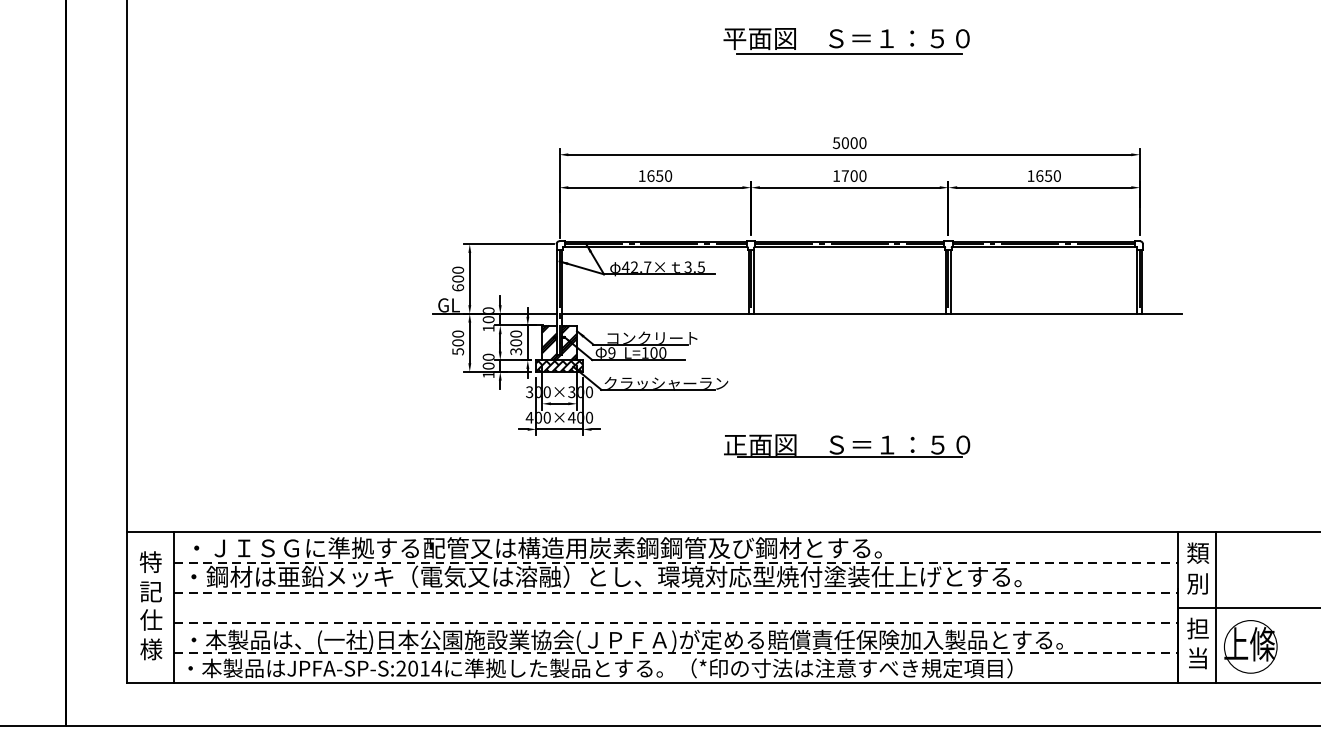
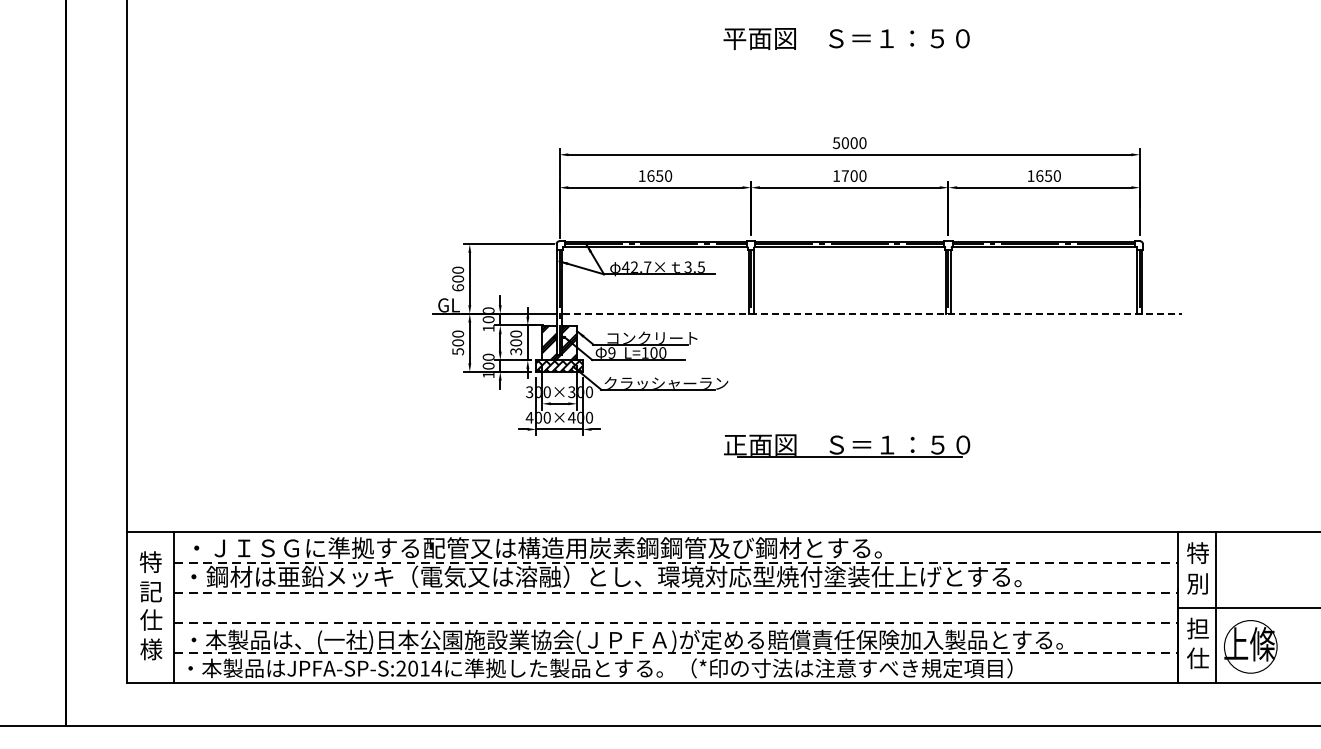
line at (849, 53): present -> none
line at (872, 313): solid -> dashed
text at (1198, 552): 類 -> 特
text at (1198, 658): 当 -> 仕
